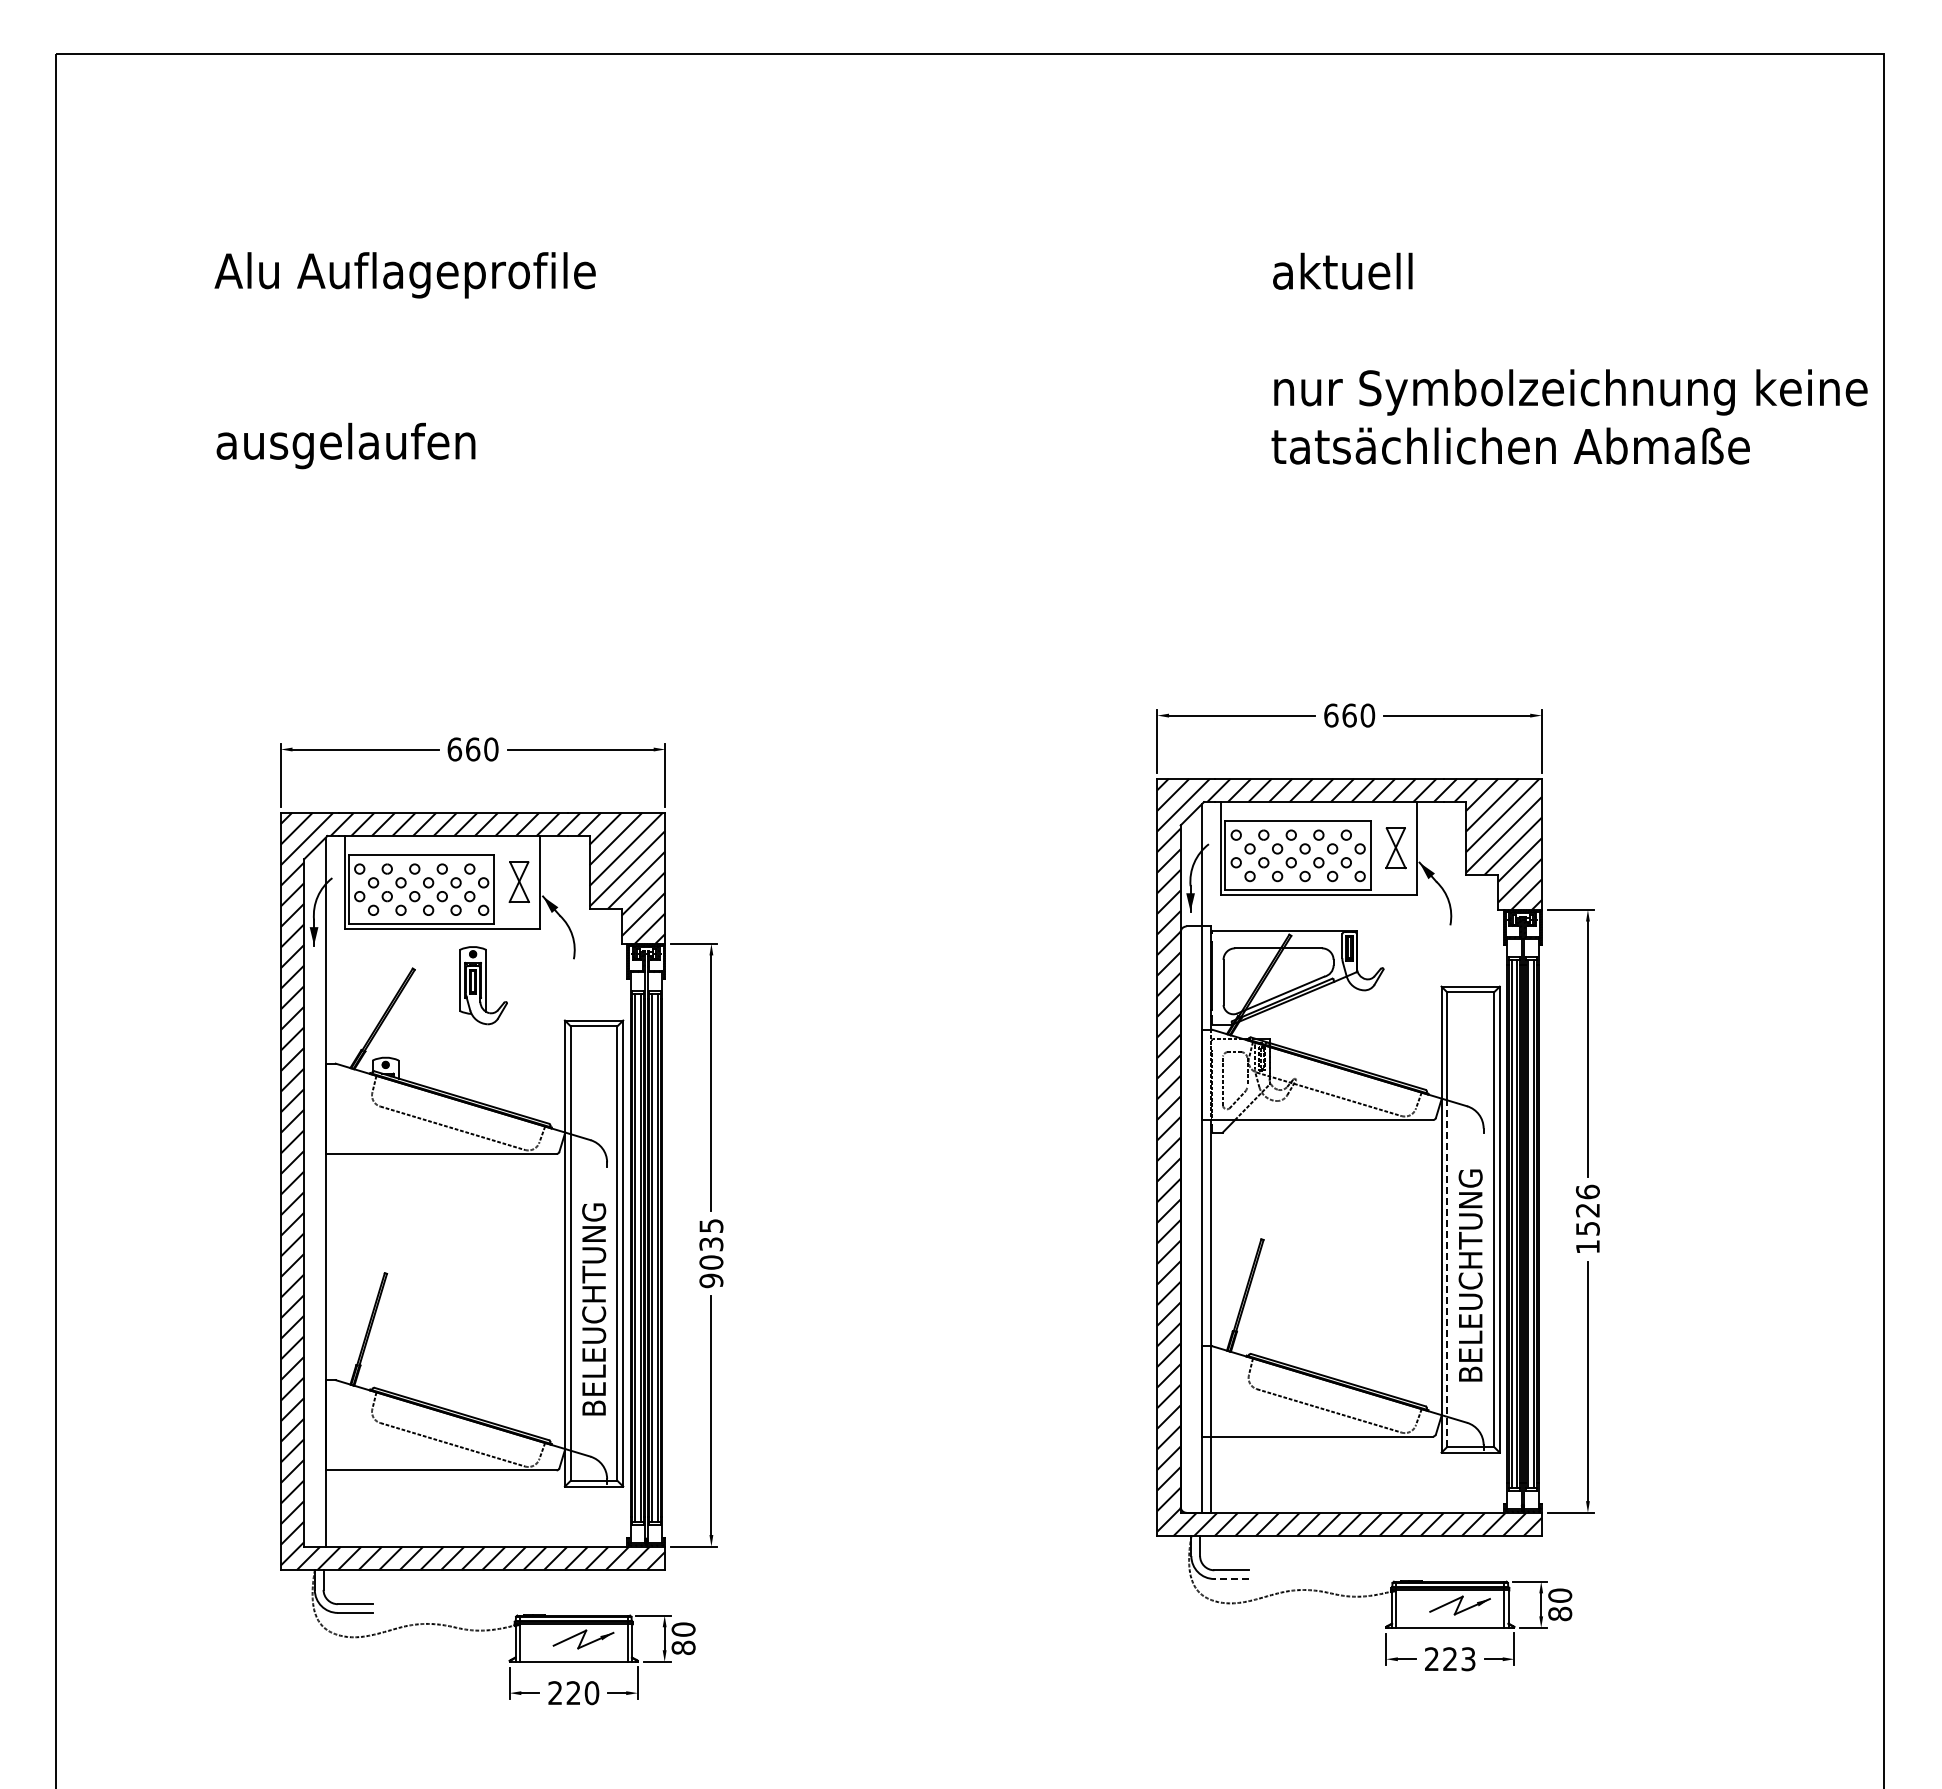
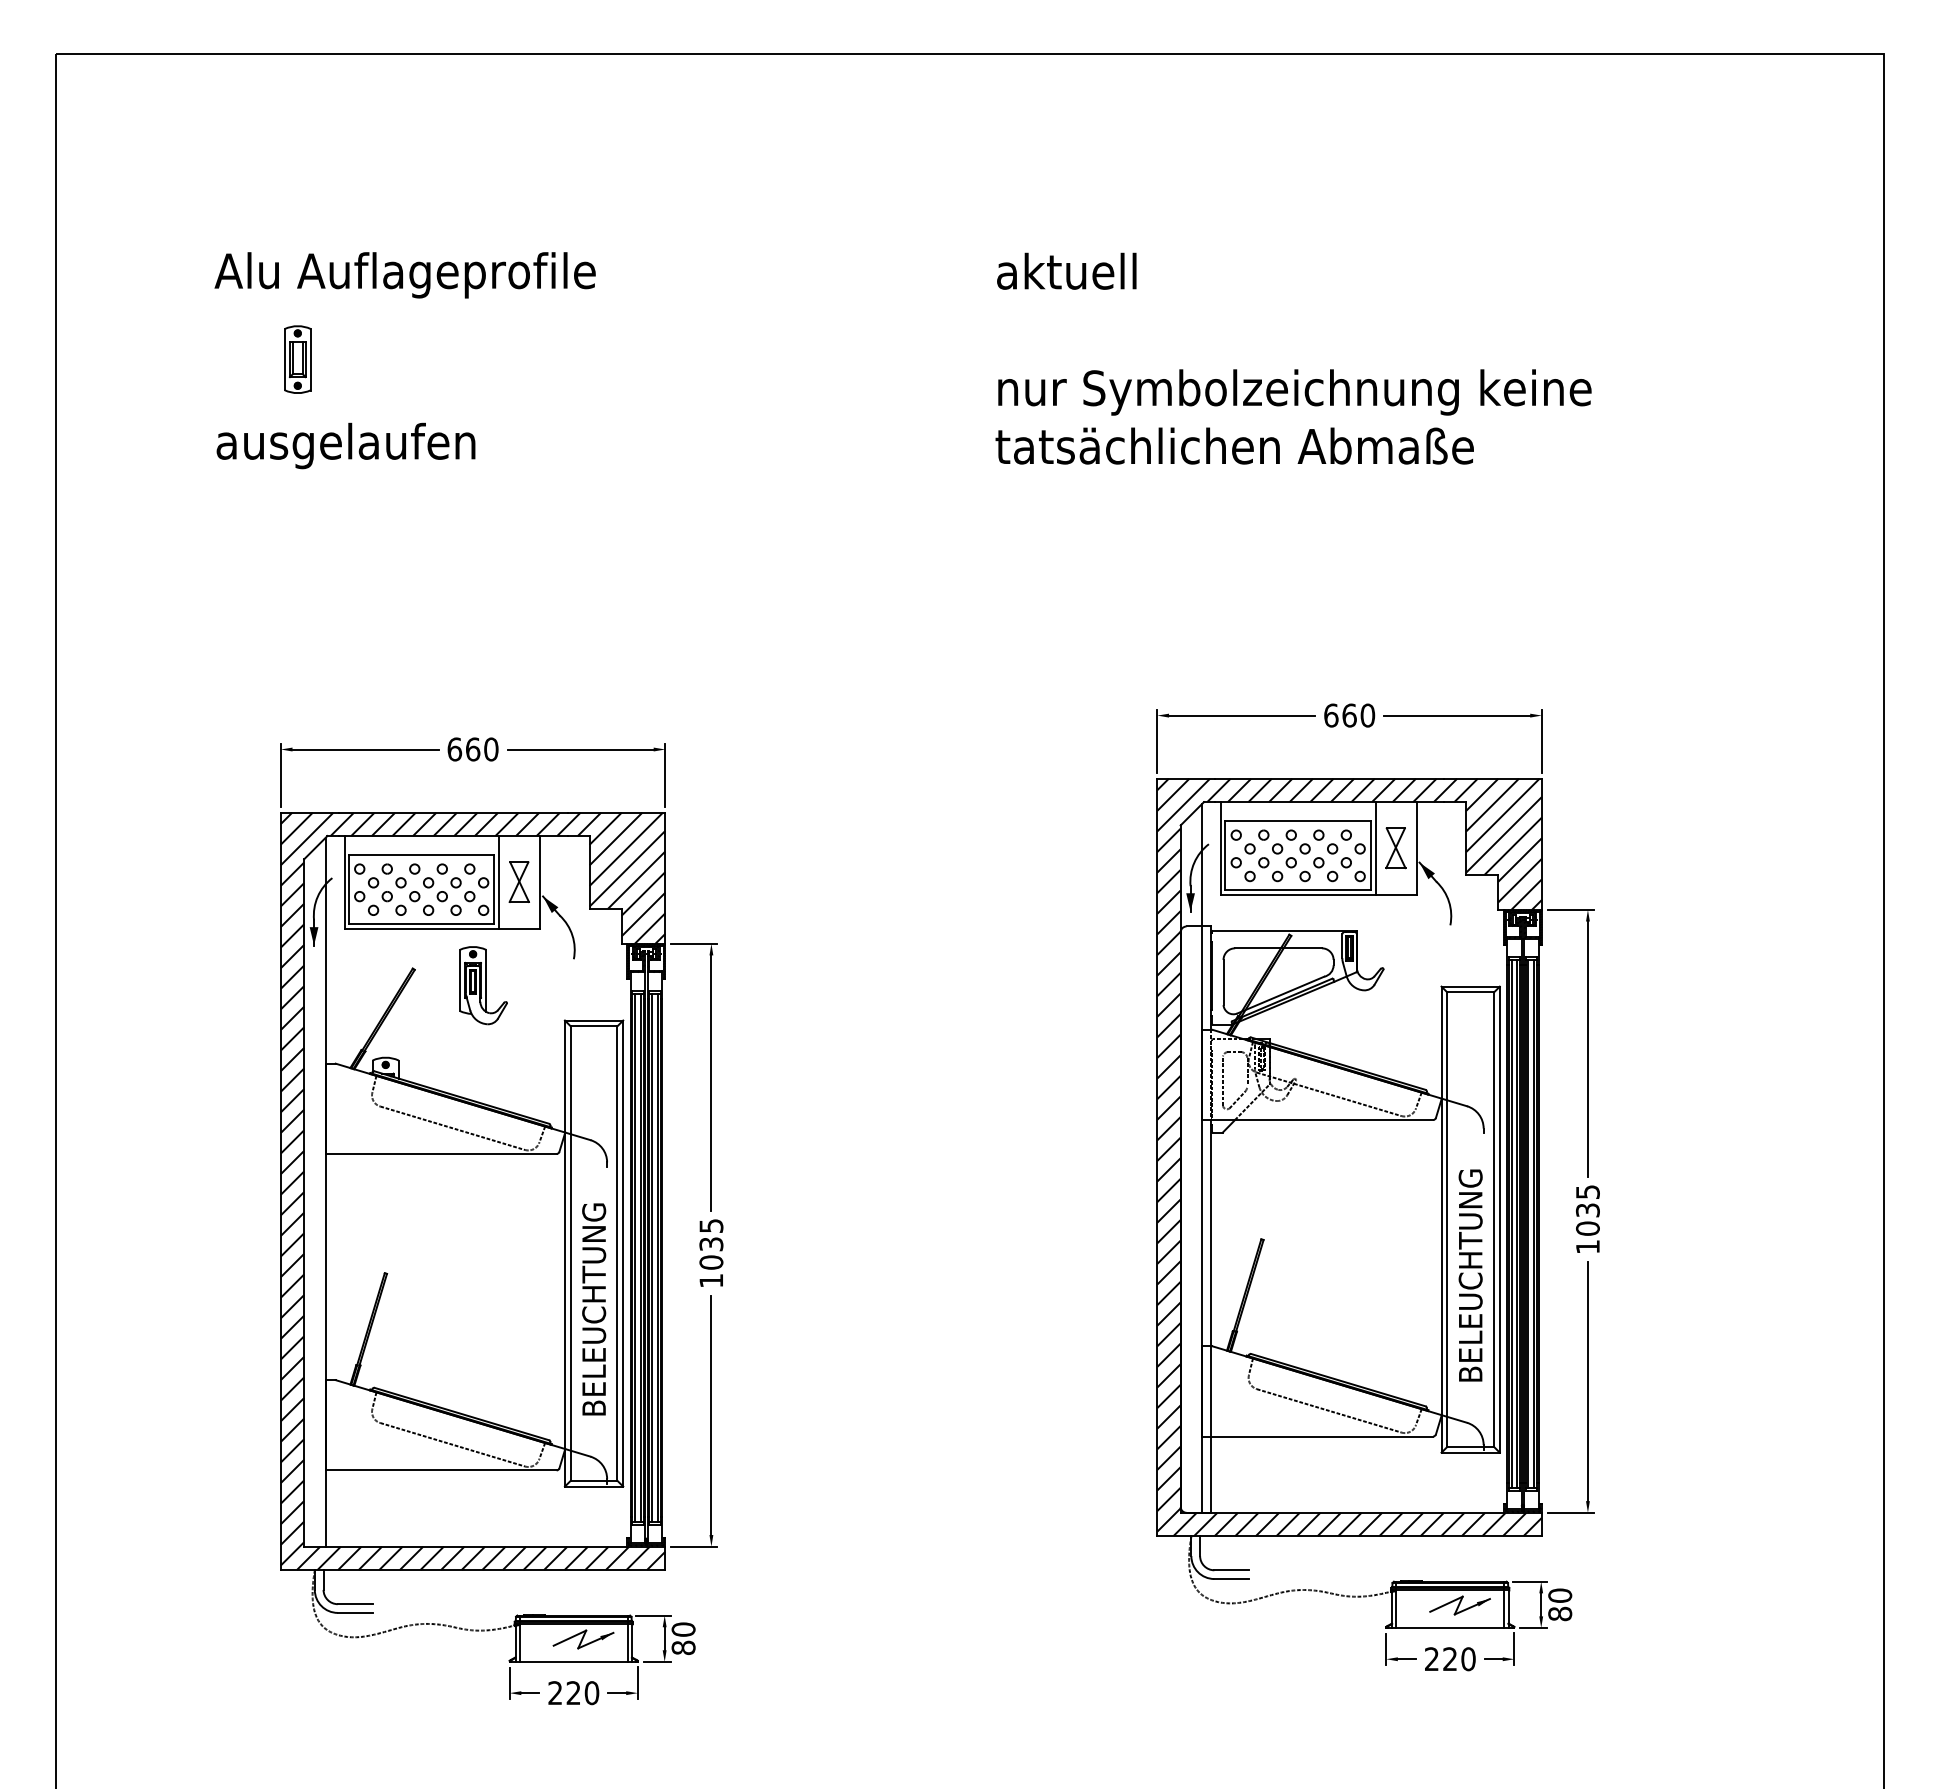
text at (1569, 358) position: (1569, 358) -> (1293, 358)
part at (297, 359): none -> present
line at (1375, 848): none -> present
line at (499, 882): none -> present
text at (1587, 1209): 1526 -> 1035
line at (1447, 1273): dashed -> solid
text at (711, 1280): 9035 -> 1035
line at (1231, 1579): dashed -> solid
text at (1468, 1659): 223 -> 220
